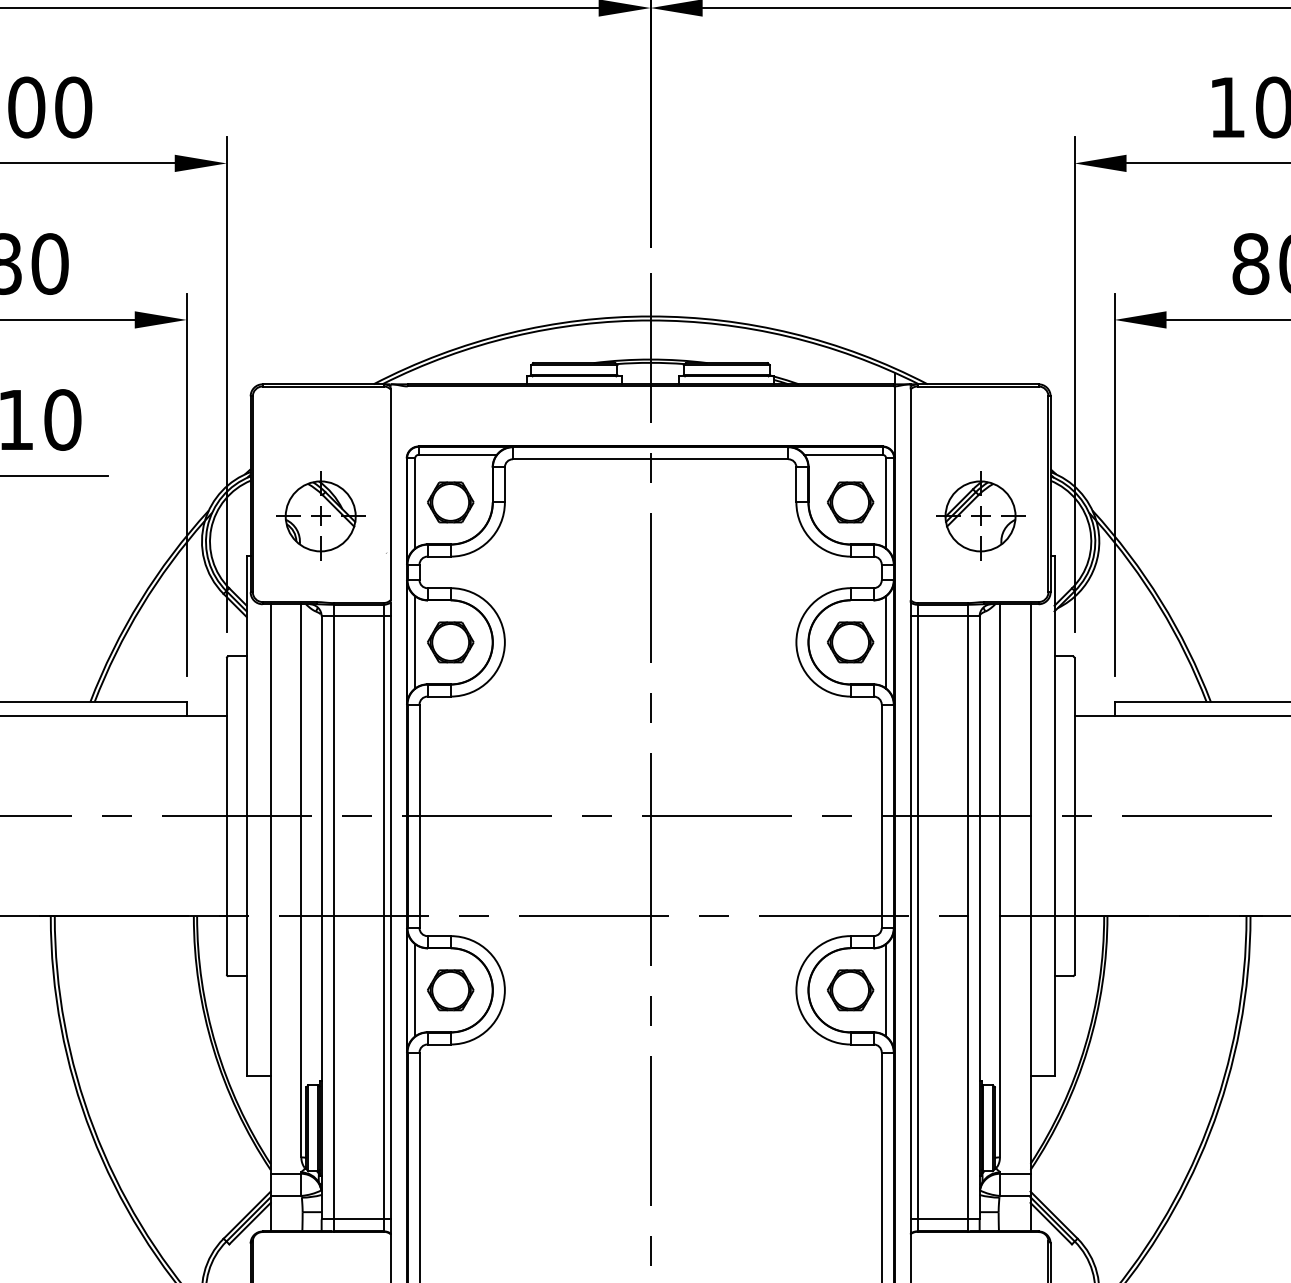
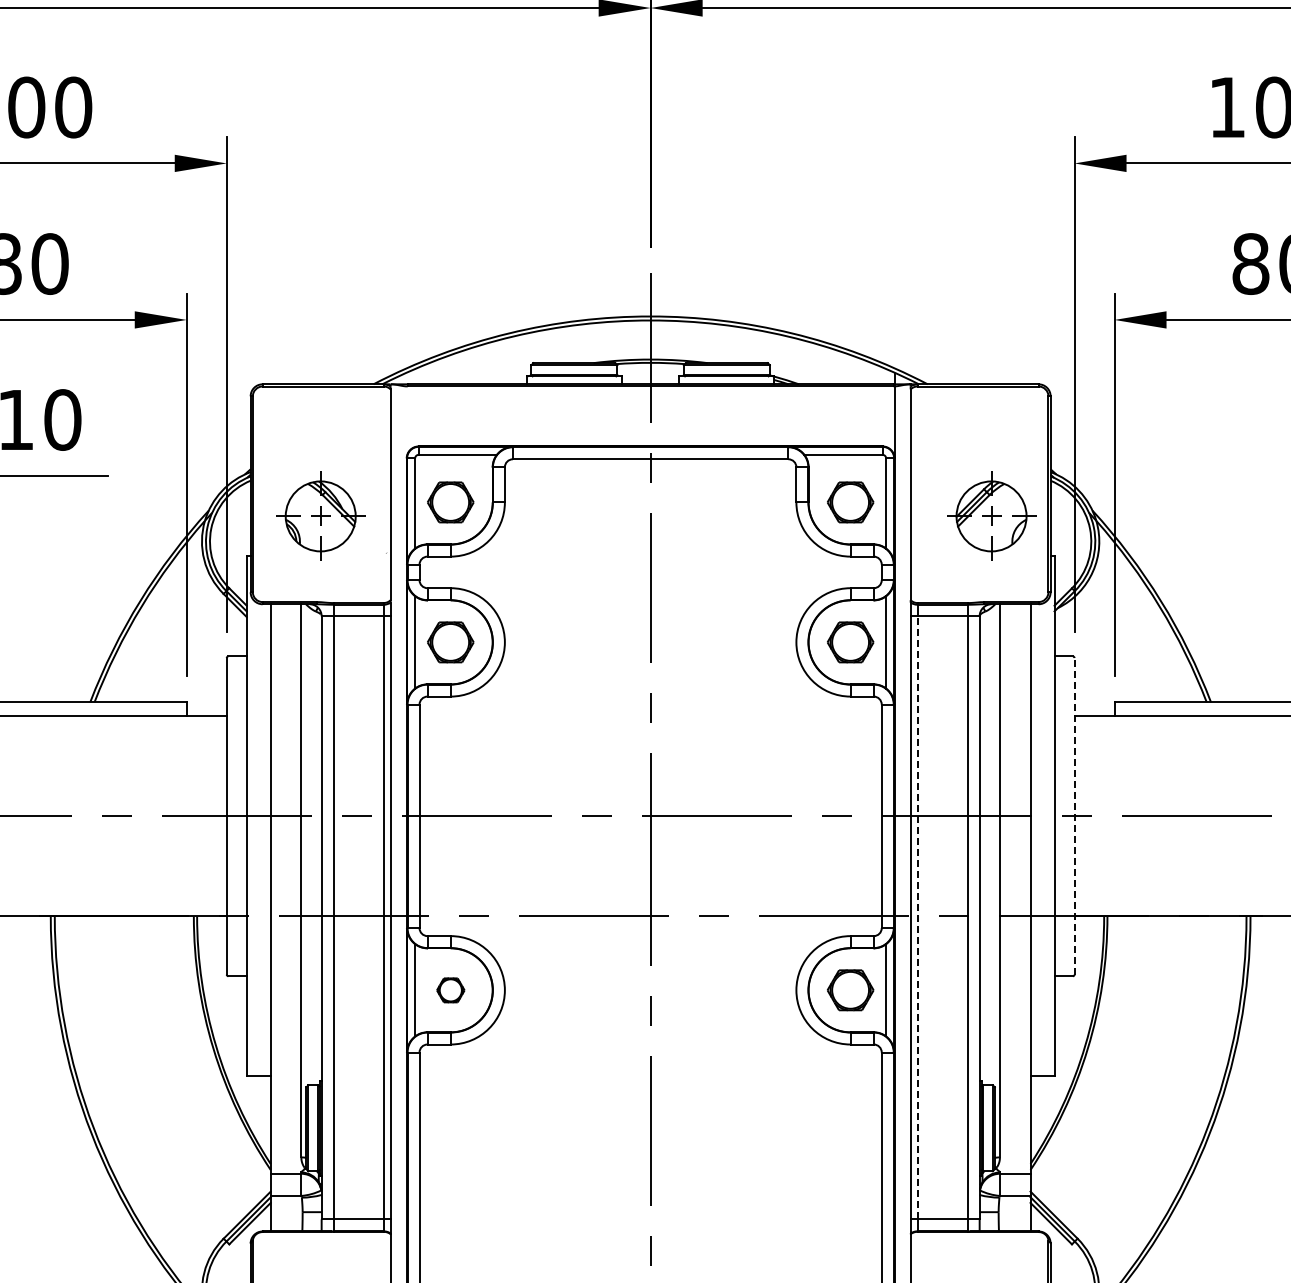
part at (980, 515) position: (980, 515) -> (991, 515)
line at (1074, 815): solid -> dashed
line at (917, 917): solid -> dashed
part at (450, 990) size: 48x43 px -> 30x27 px
